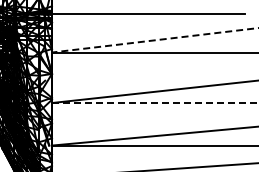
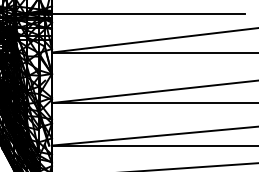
line at (155, 40): dashed -> solid
line at (155, 103): dashed -> solid
